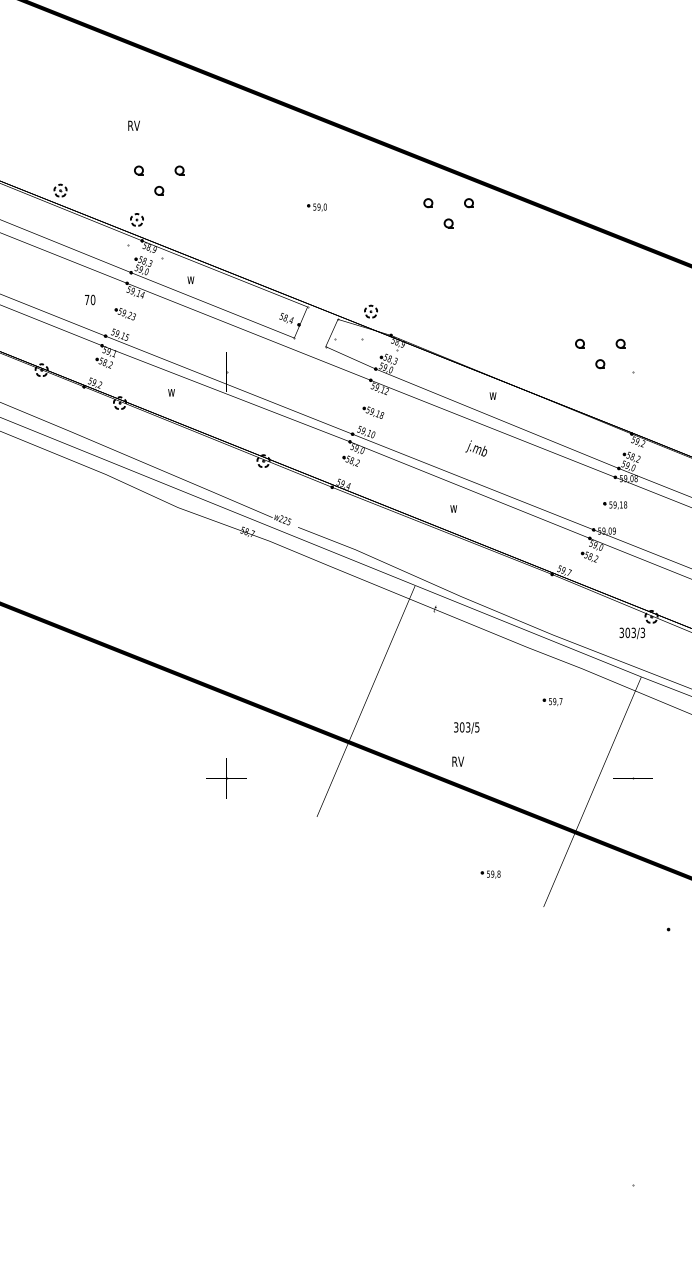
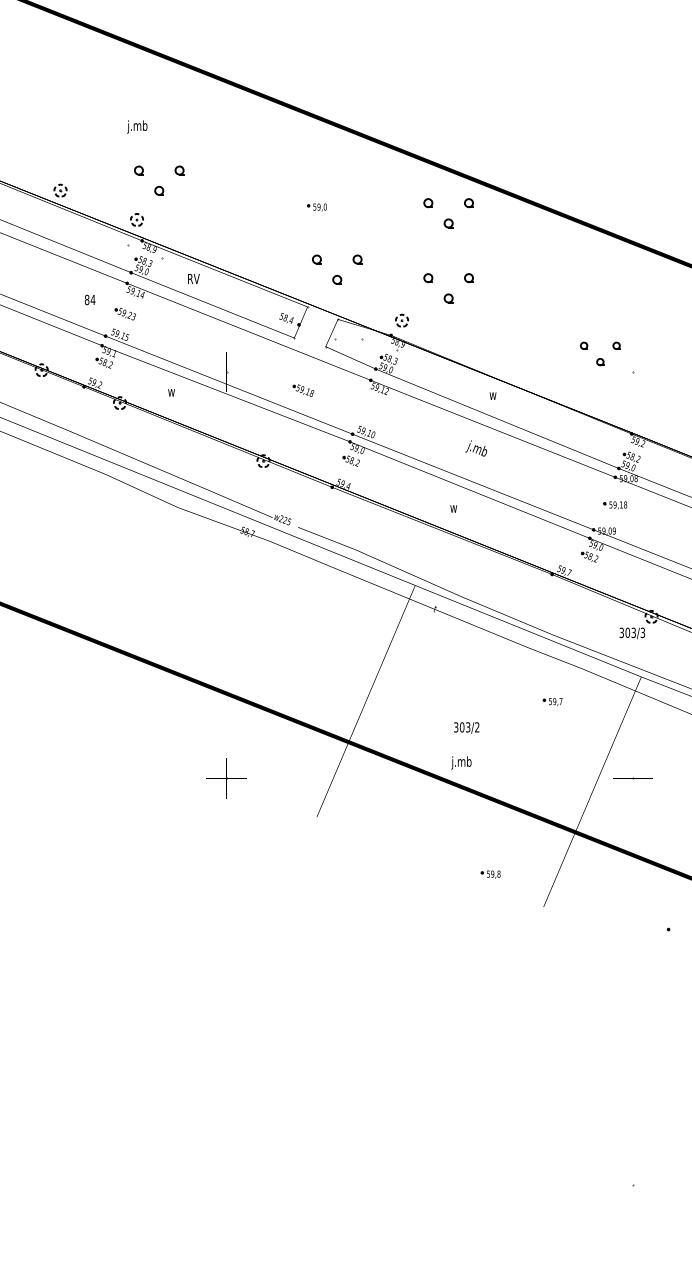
text at (137, 126): RV -> j.mb
part at (337, 269): none -> present
text at (193, 278): w -> RV
part at (448, 288): none -> present
text at (89, 299): 70 -> 84
part at (370, 311) position: (370, 311) -> (401, 320)
part at (600, 353) size: 51x32 px -> 41x26 px
part at (373, 412) position: (373, 412) -> (303, 390)
text at (477, 727): 303/5 -> 303/2
text at (461, 762): RV -> j.mb
